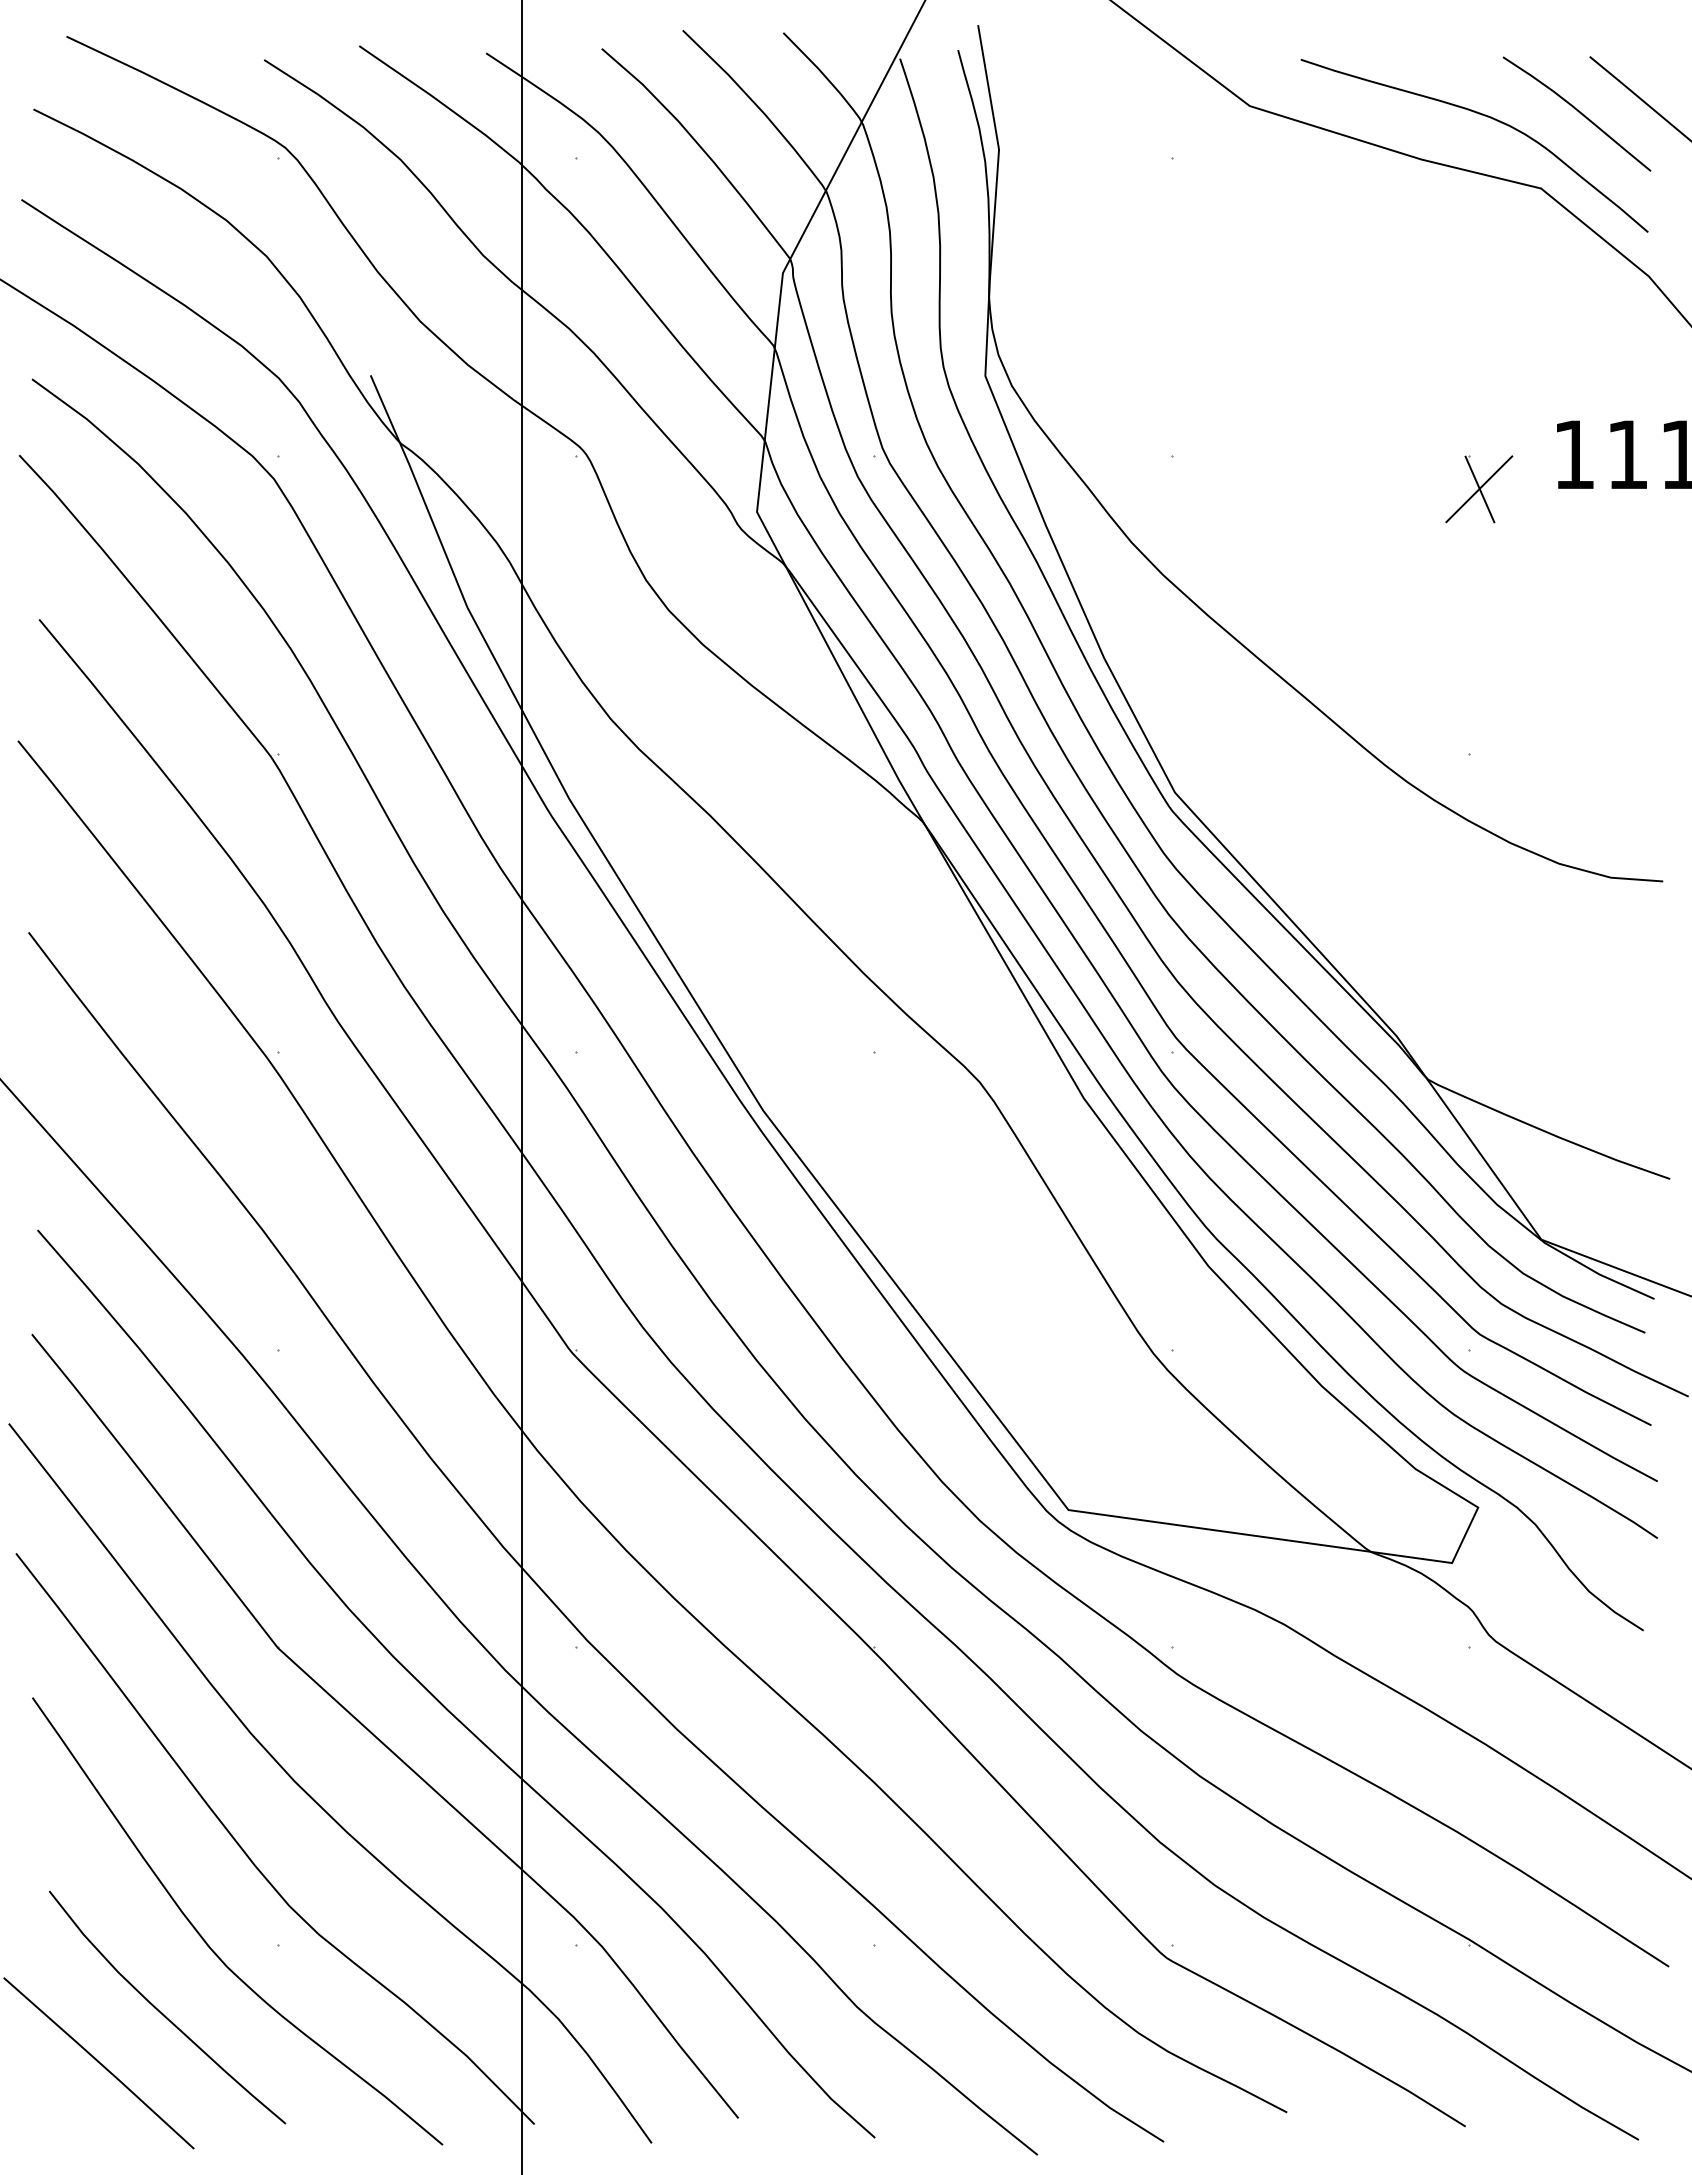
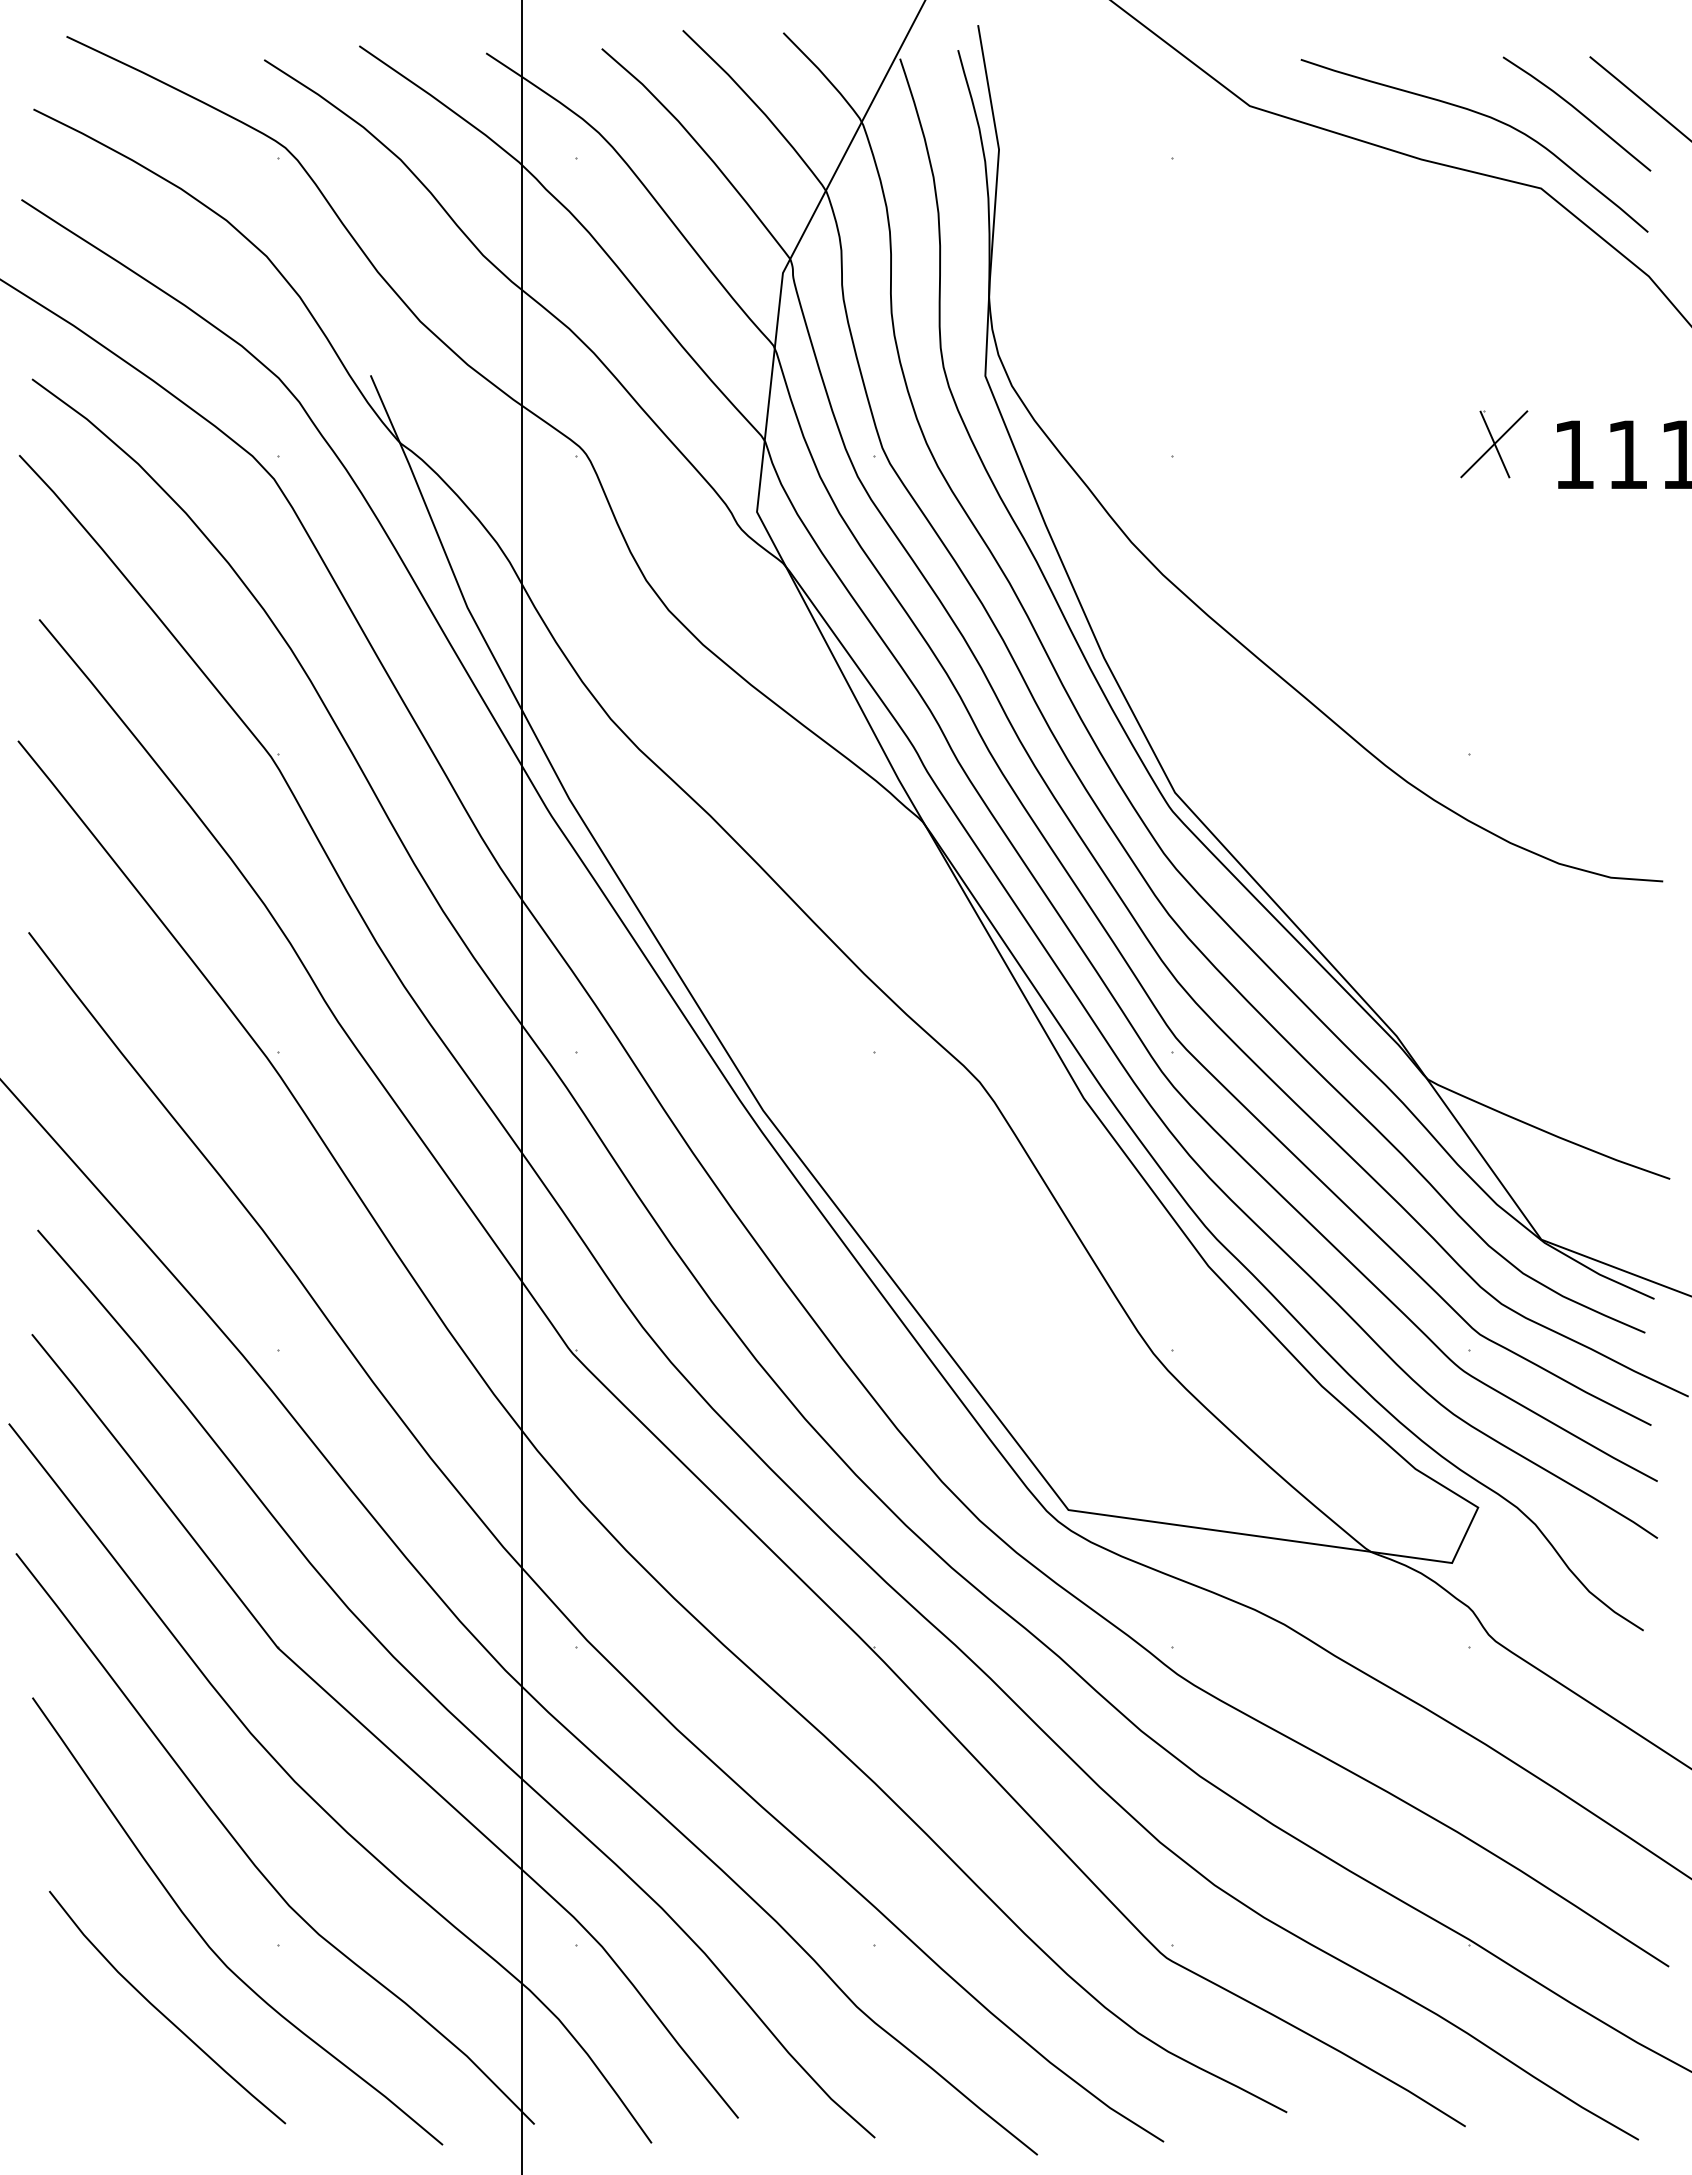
part at (1479, 489) position: (1479, 489) -> (1494, 444)
line at (98, 2063): present -> none
